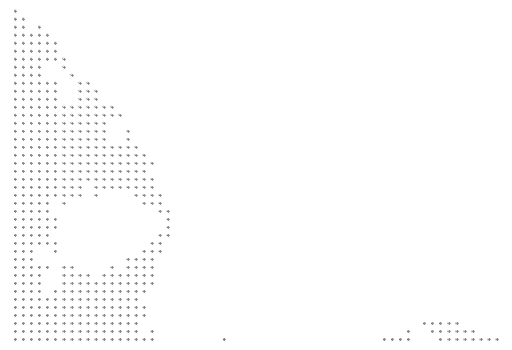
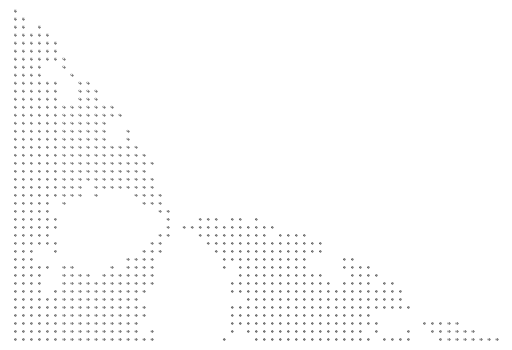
part at (296, 279): none -> present
